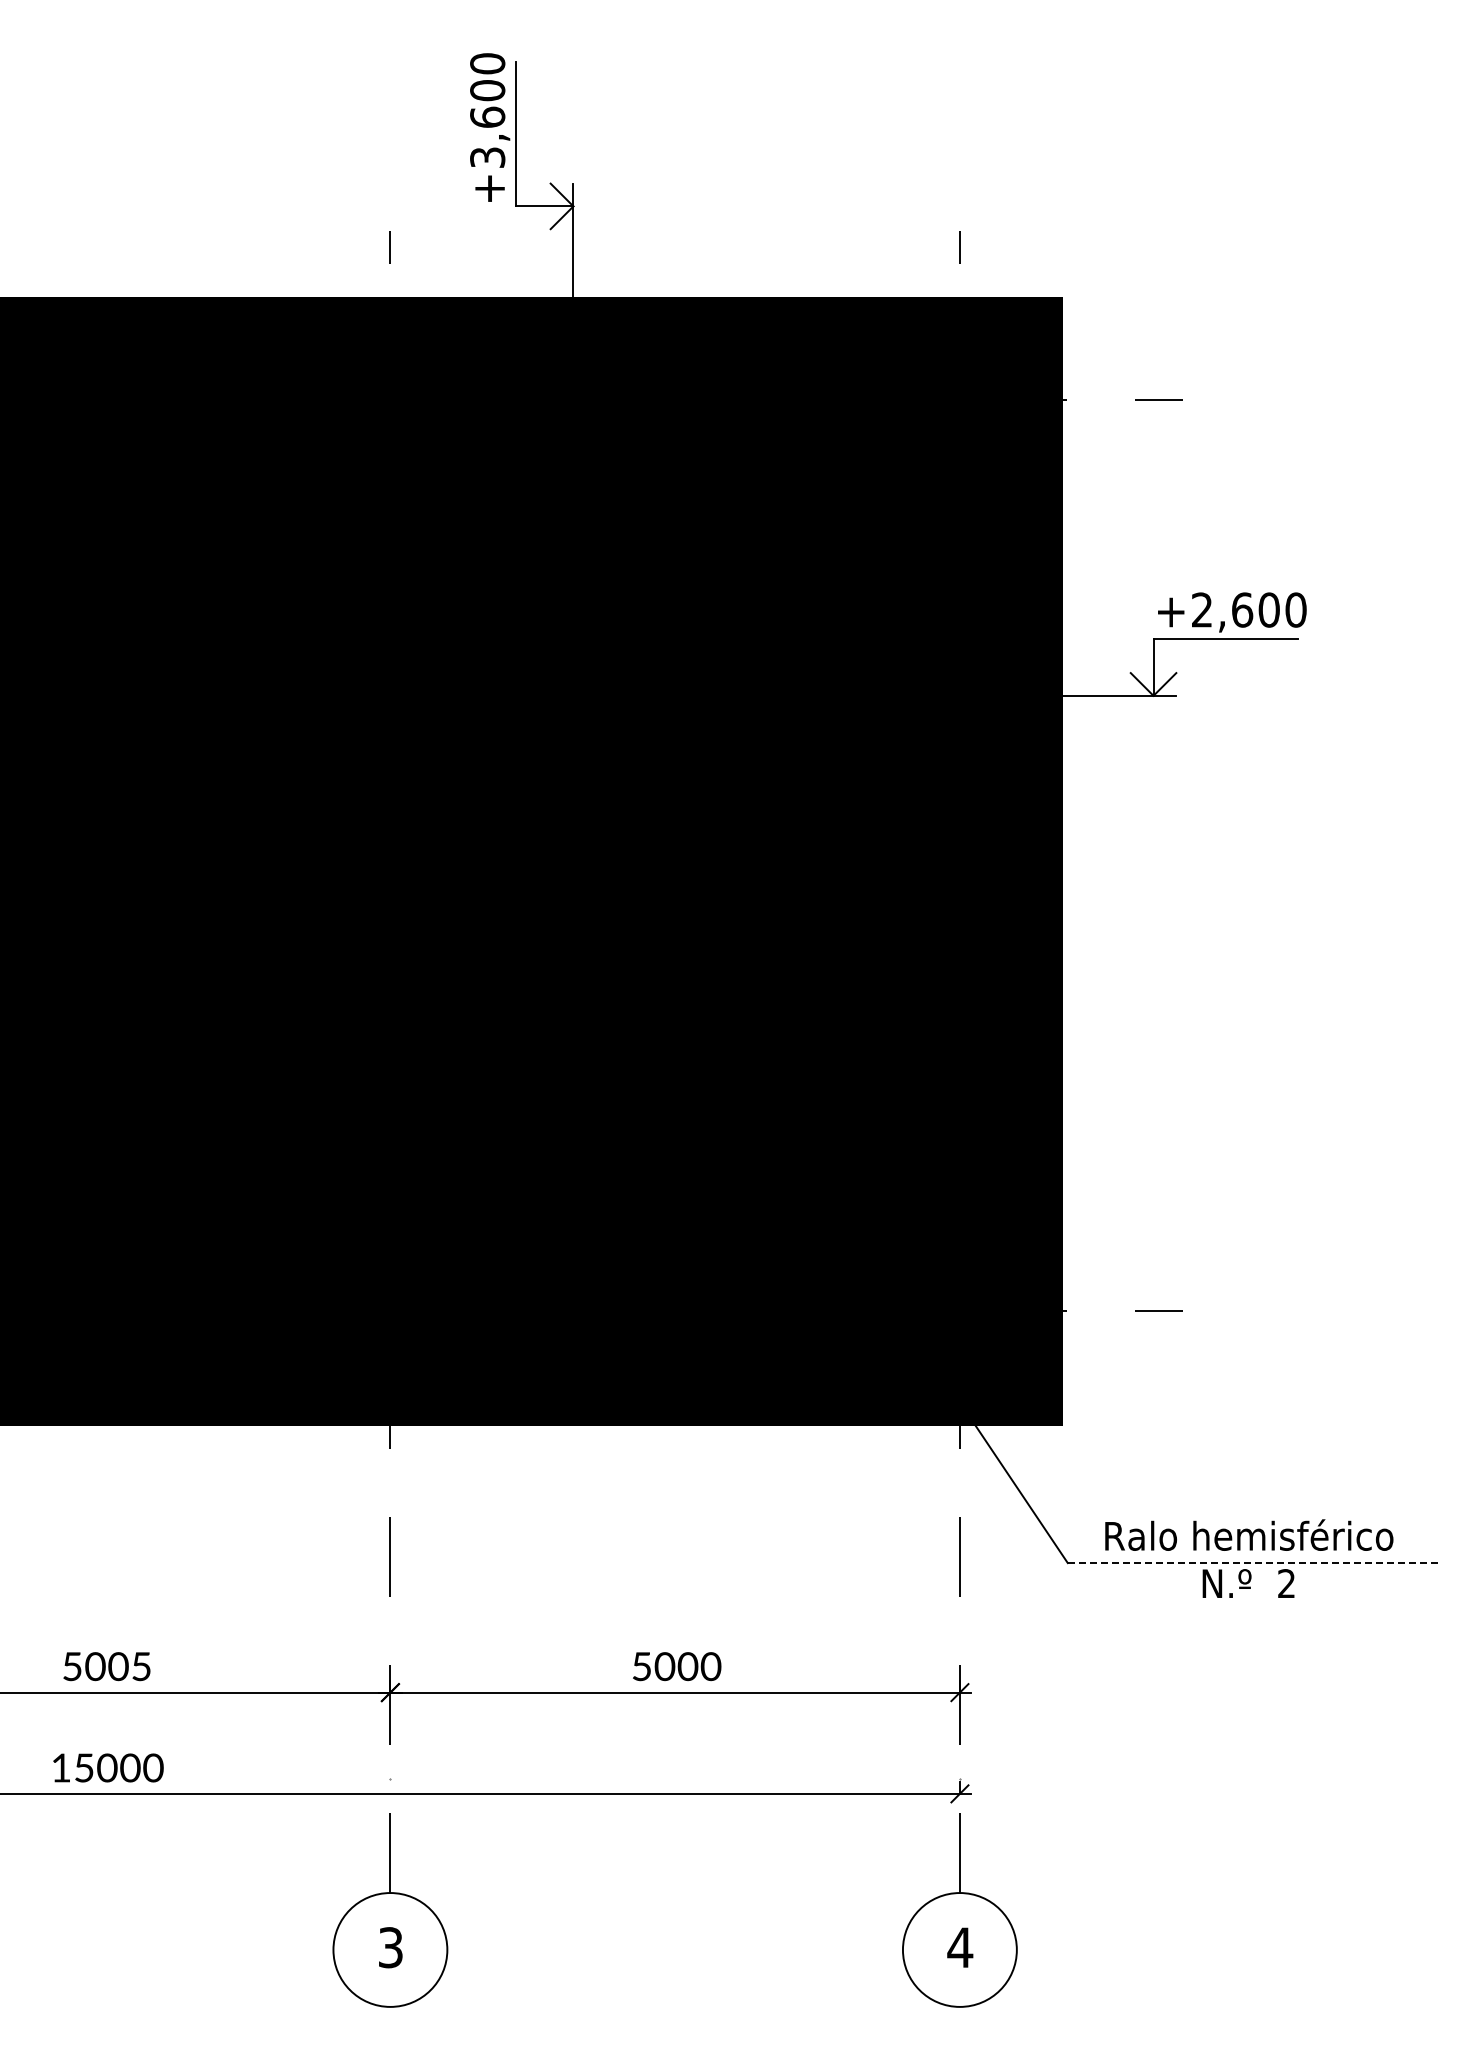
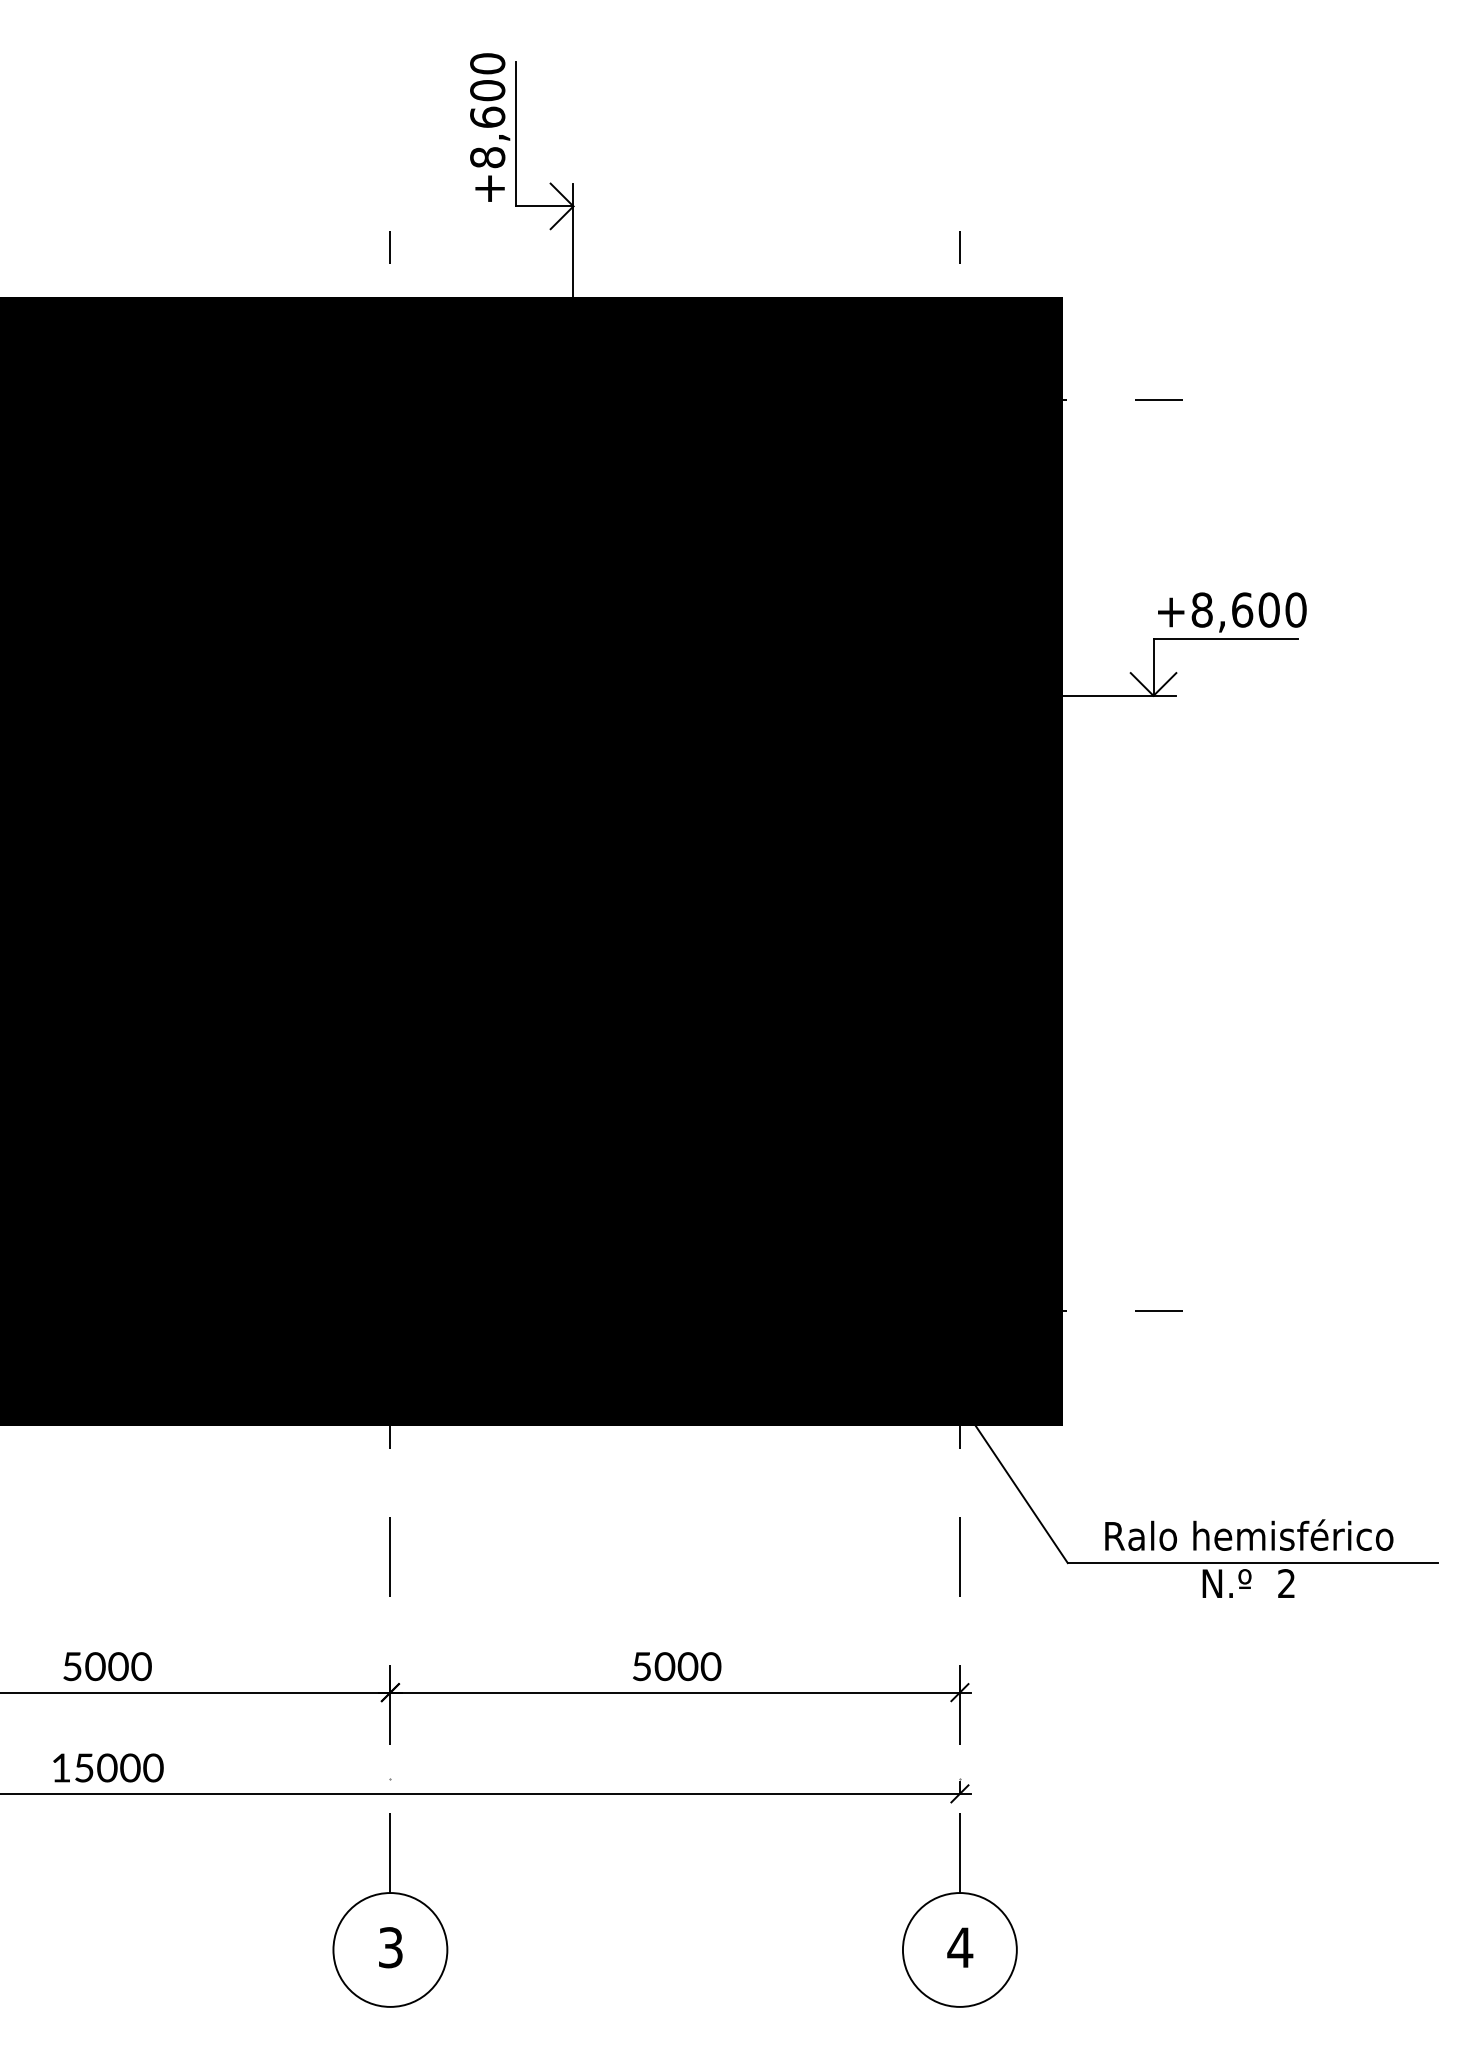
text at (487, 157): +3,600 -> +8,600
text at (1201, 609): +2,600 -> +8,600
line at (1252, 1563): dashed -> solid
text at (141, 1666): 5005 -> 5000
